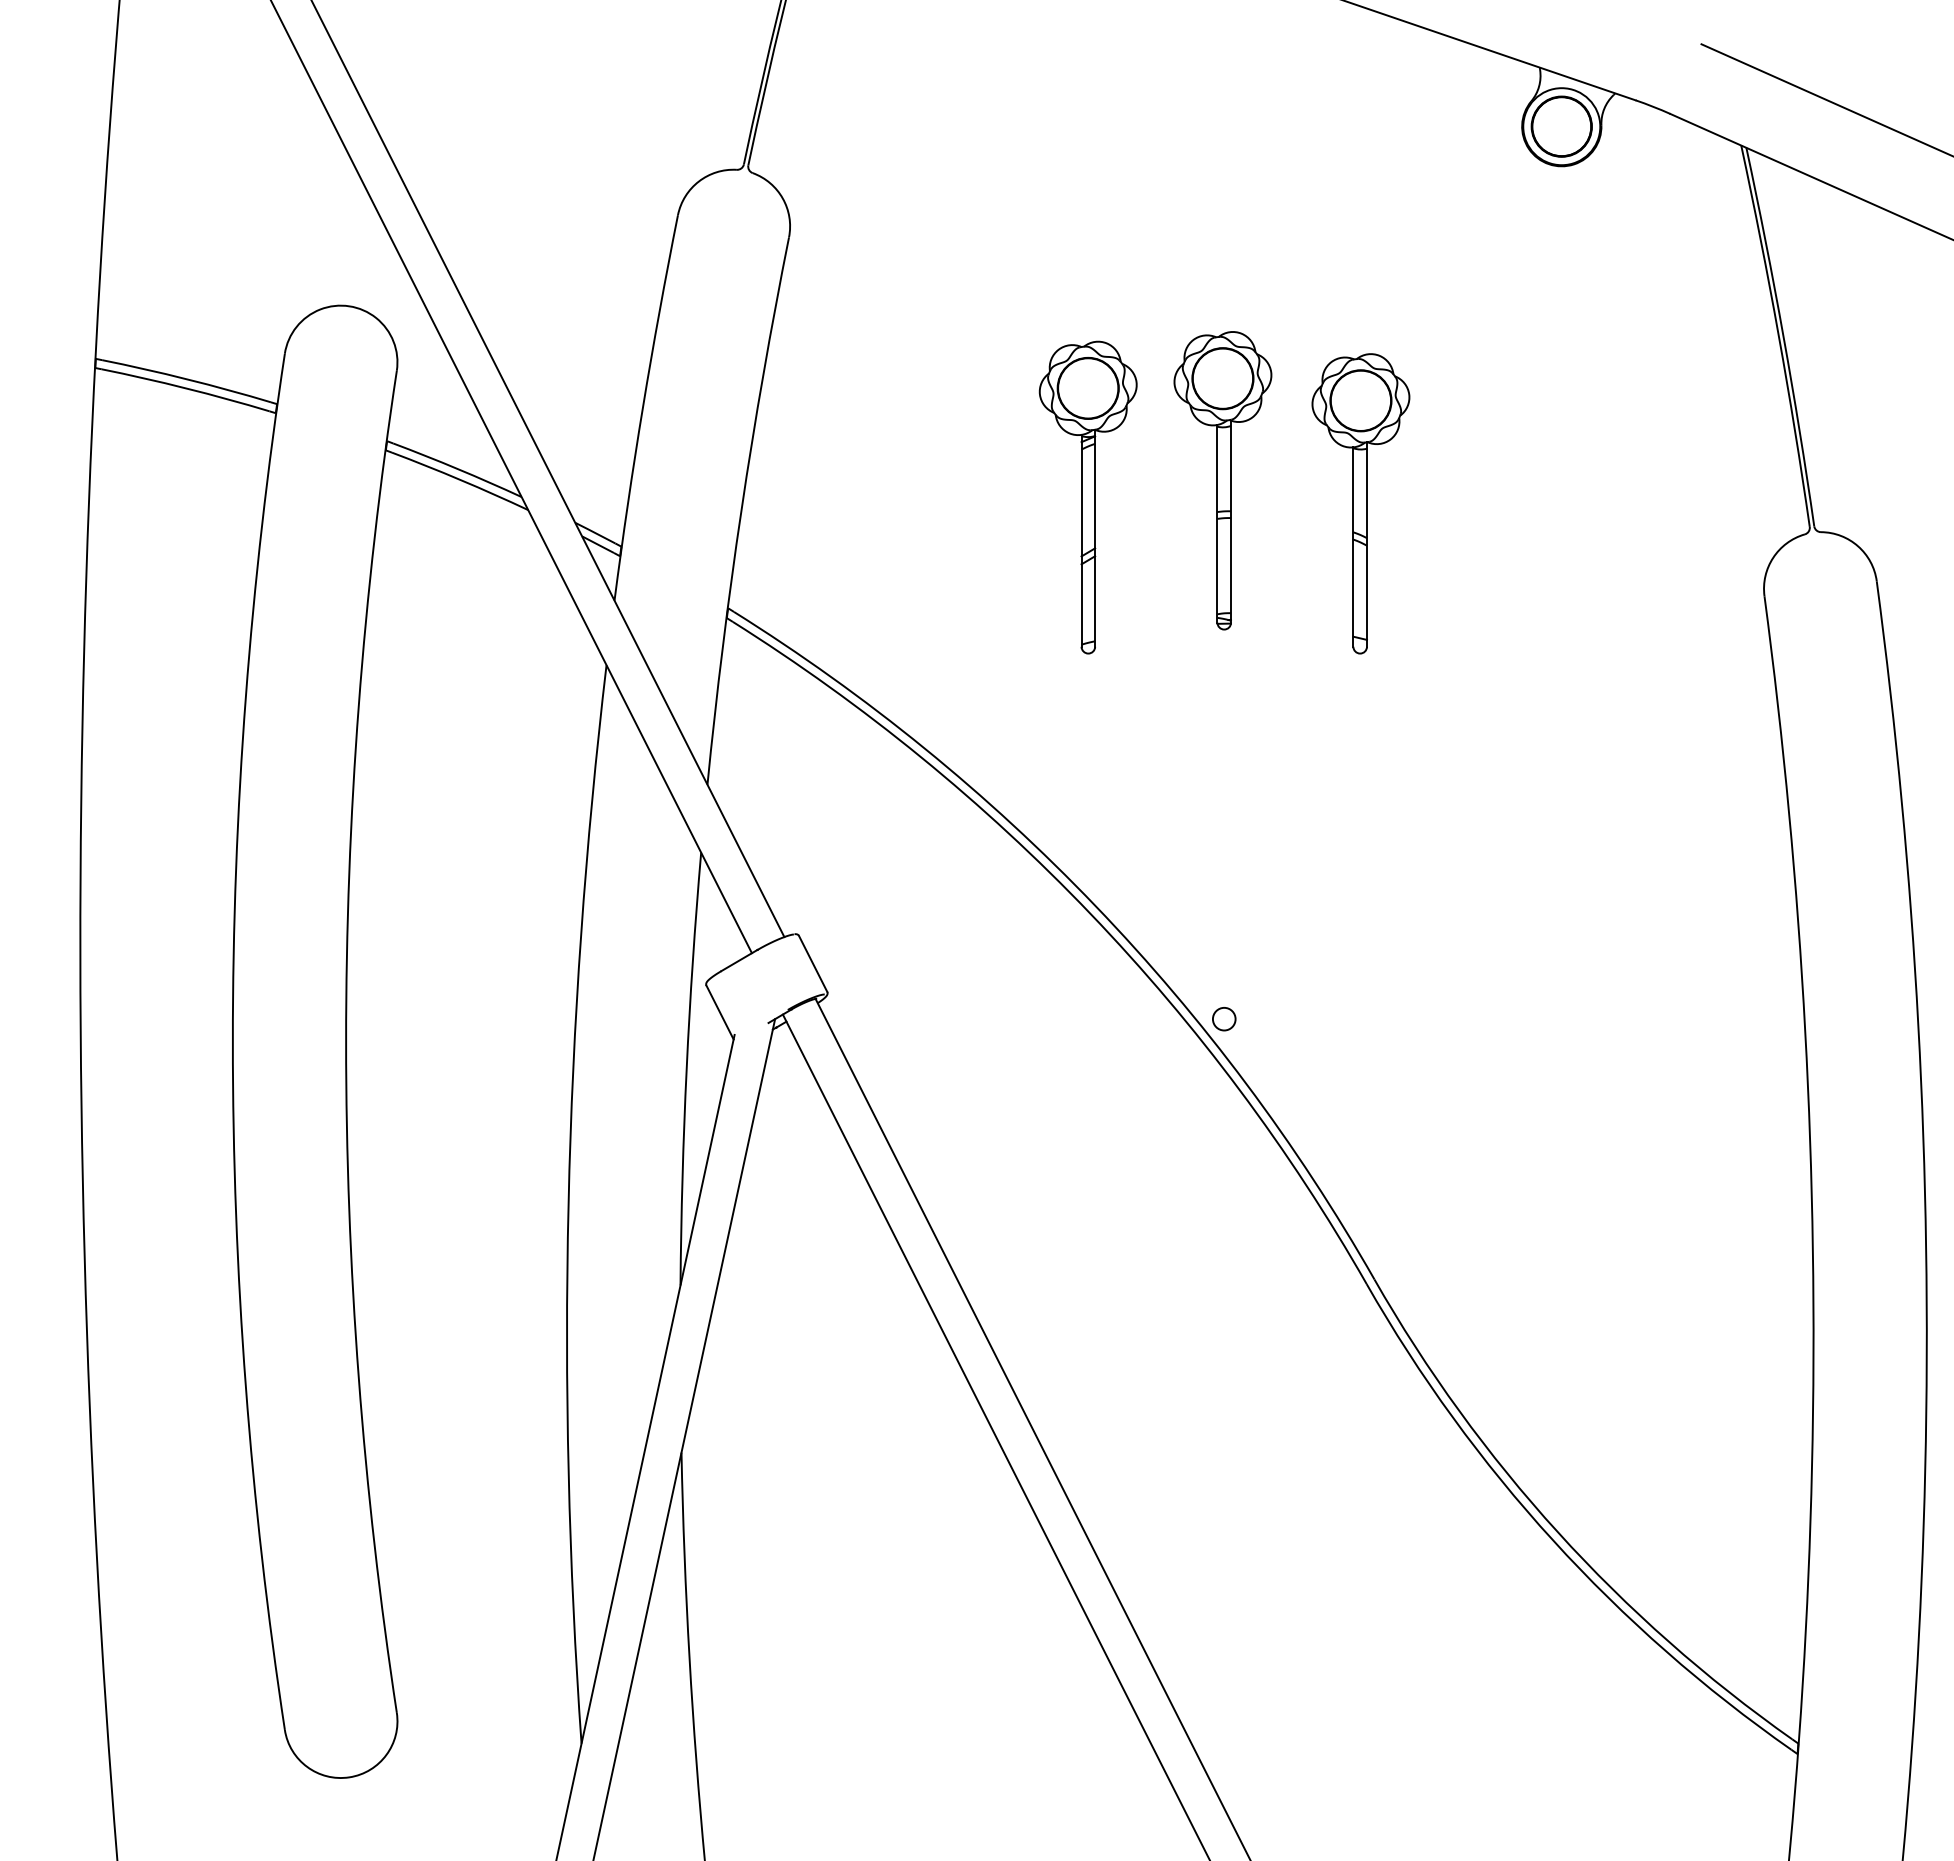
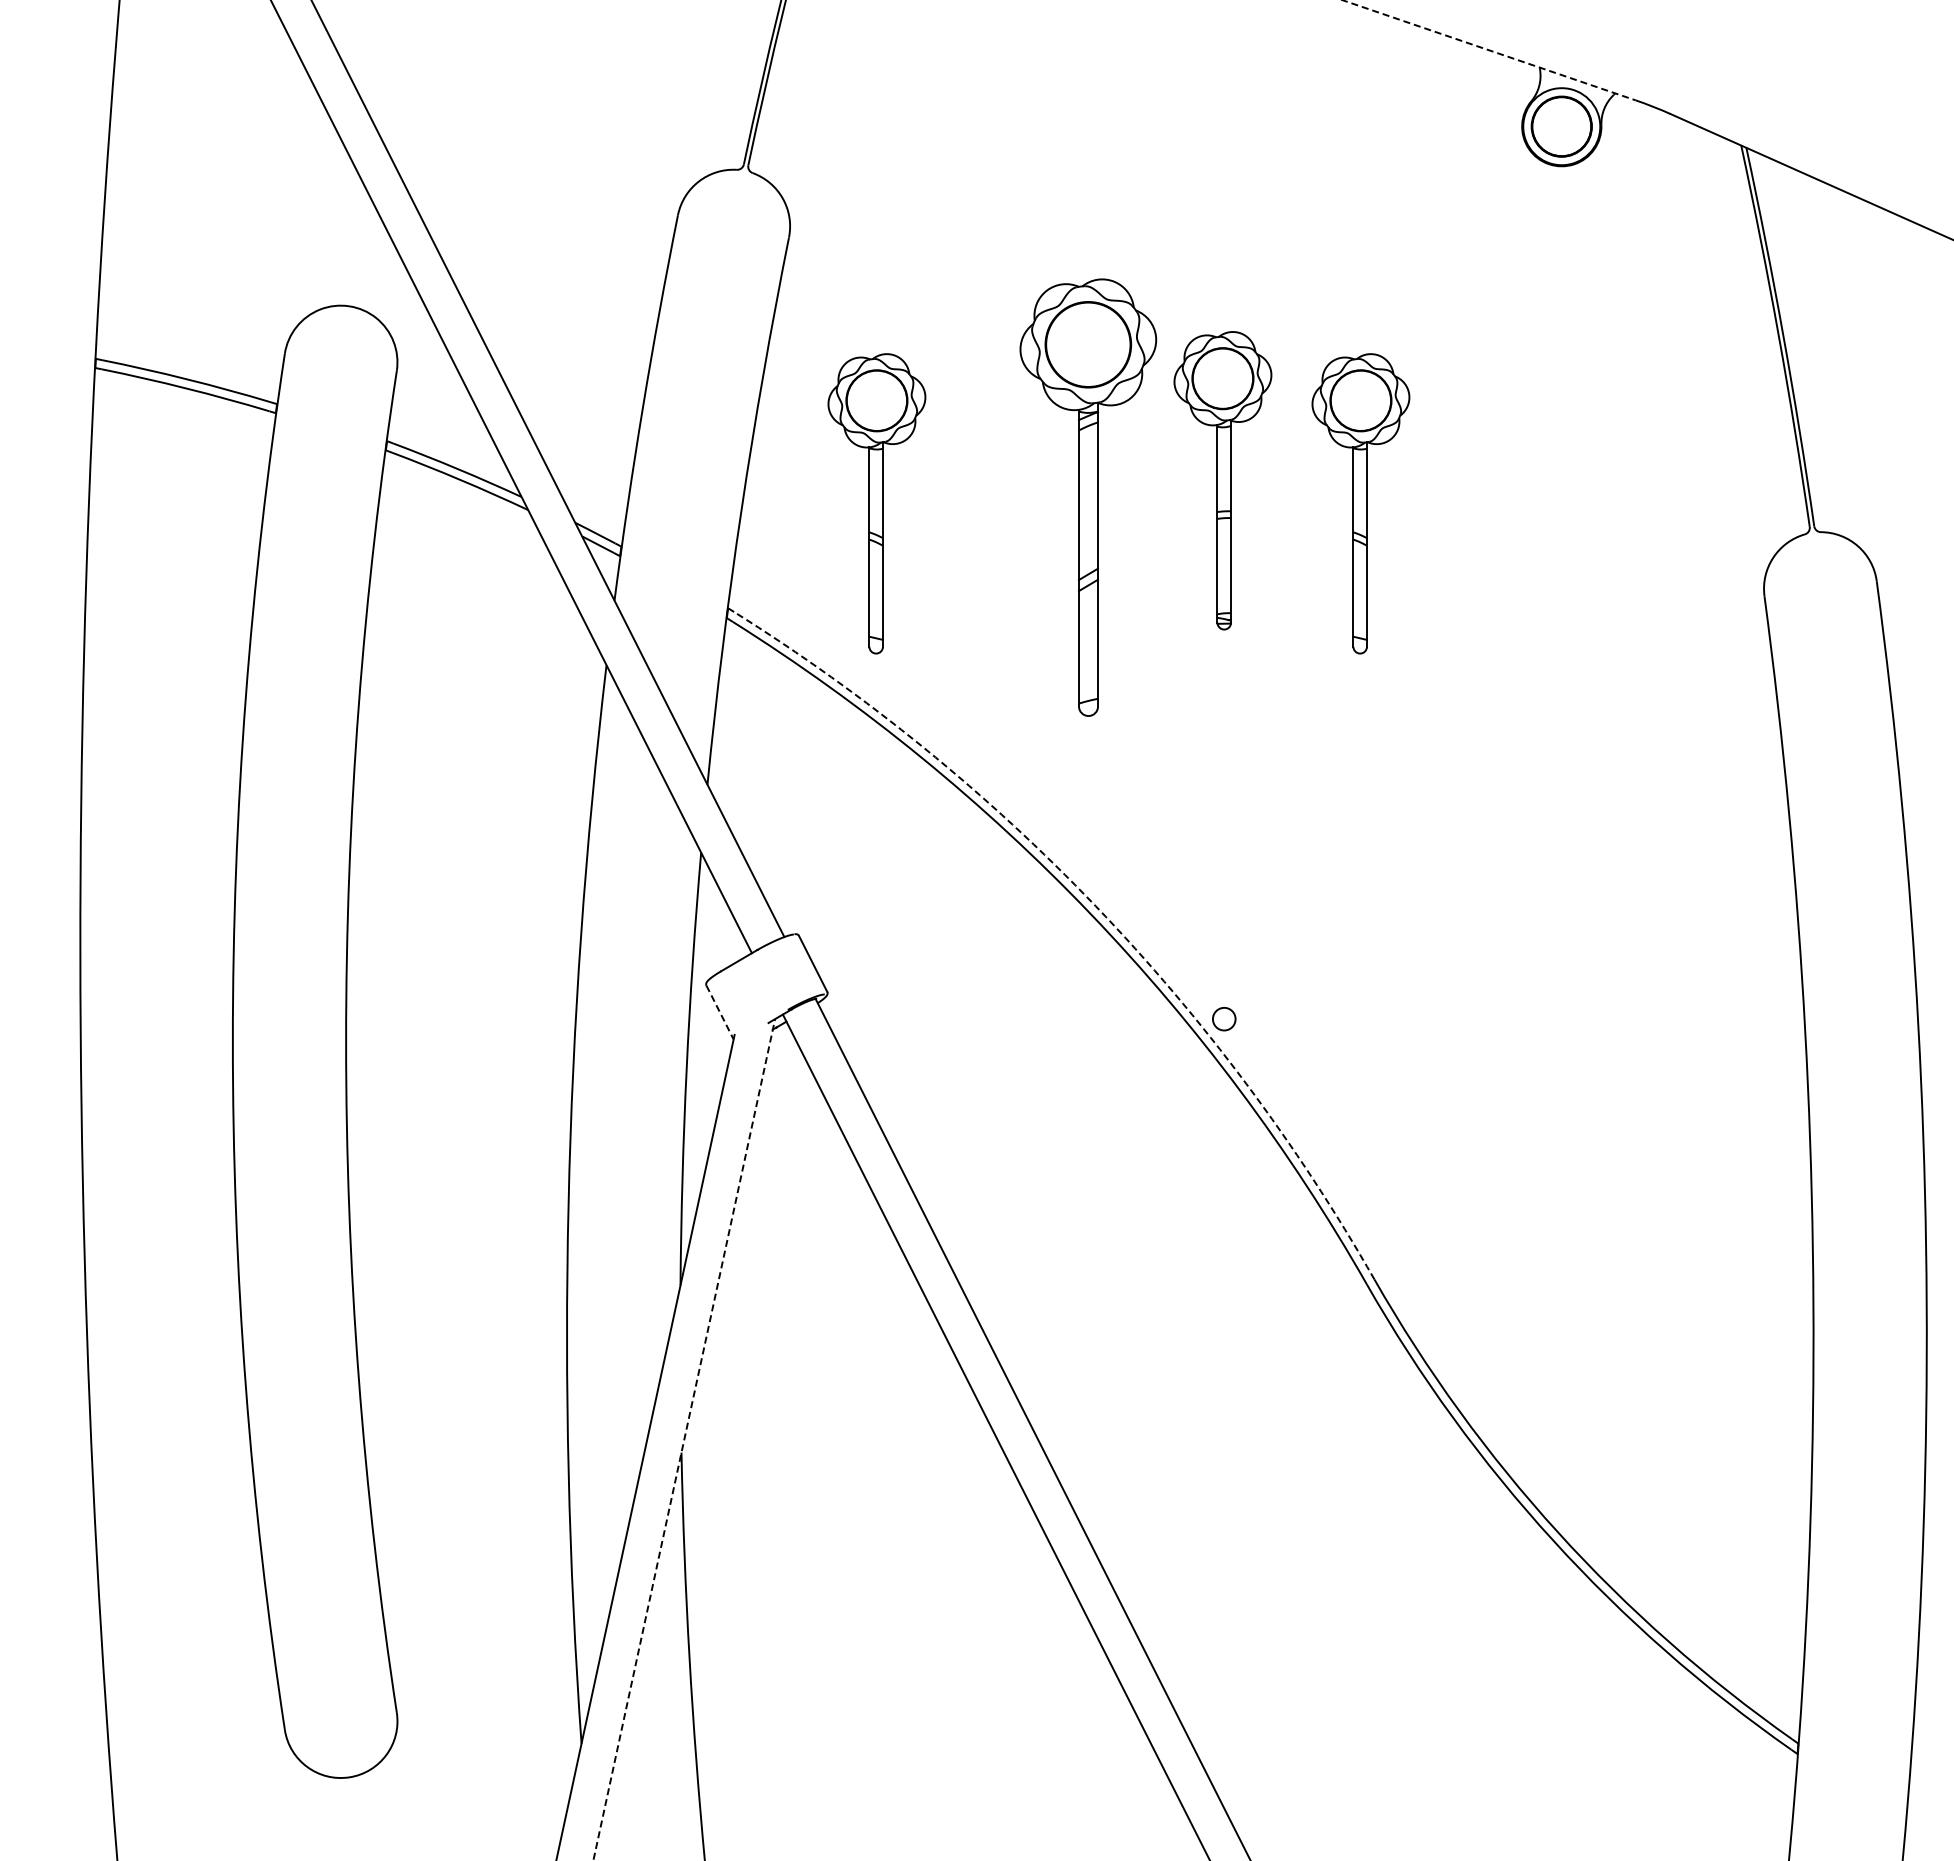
line at (1489, 50): solid -> dashed
line at (1825, 99): present -> none
part at (1087, 497) size: 100x315 px -> 139x439 px
part at (876, 503): none -> present
arc at (1095, 906): solid -> dashed
line at (720, 1012): solid -> dashed
line at (684, 1439): solid -> dashed
